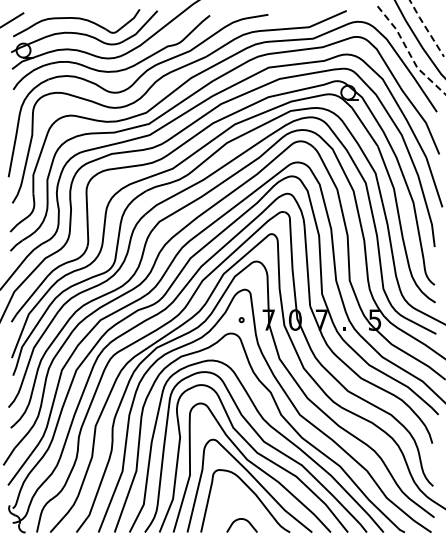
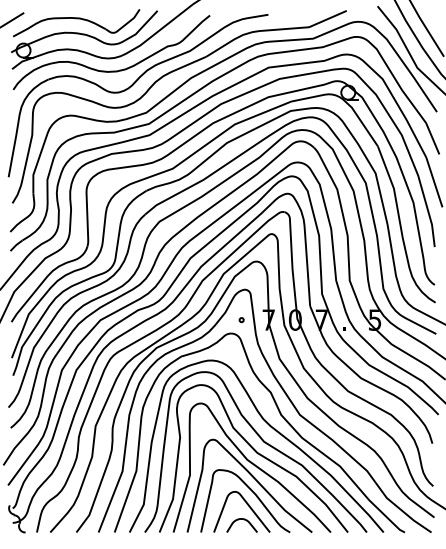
line at (426, 28): dashed -> solid
line at (409, 53): dashed -> solid
curve at (247, 505): none -> present
